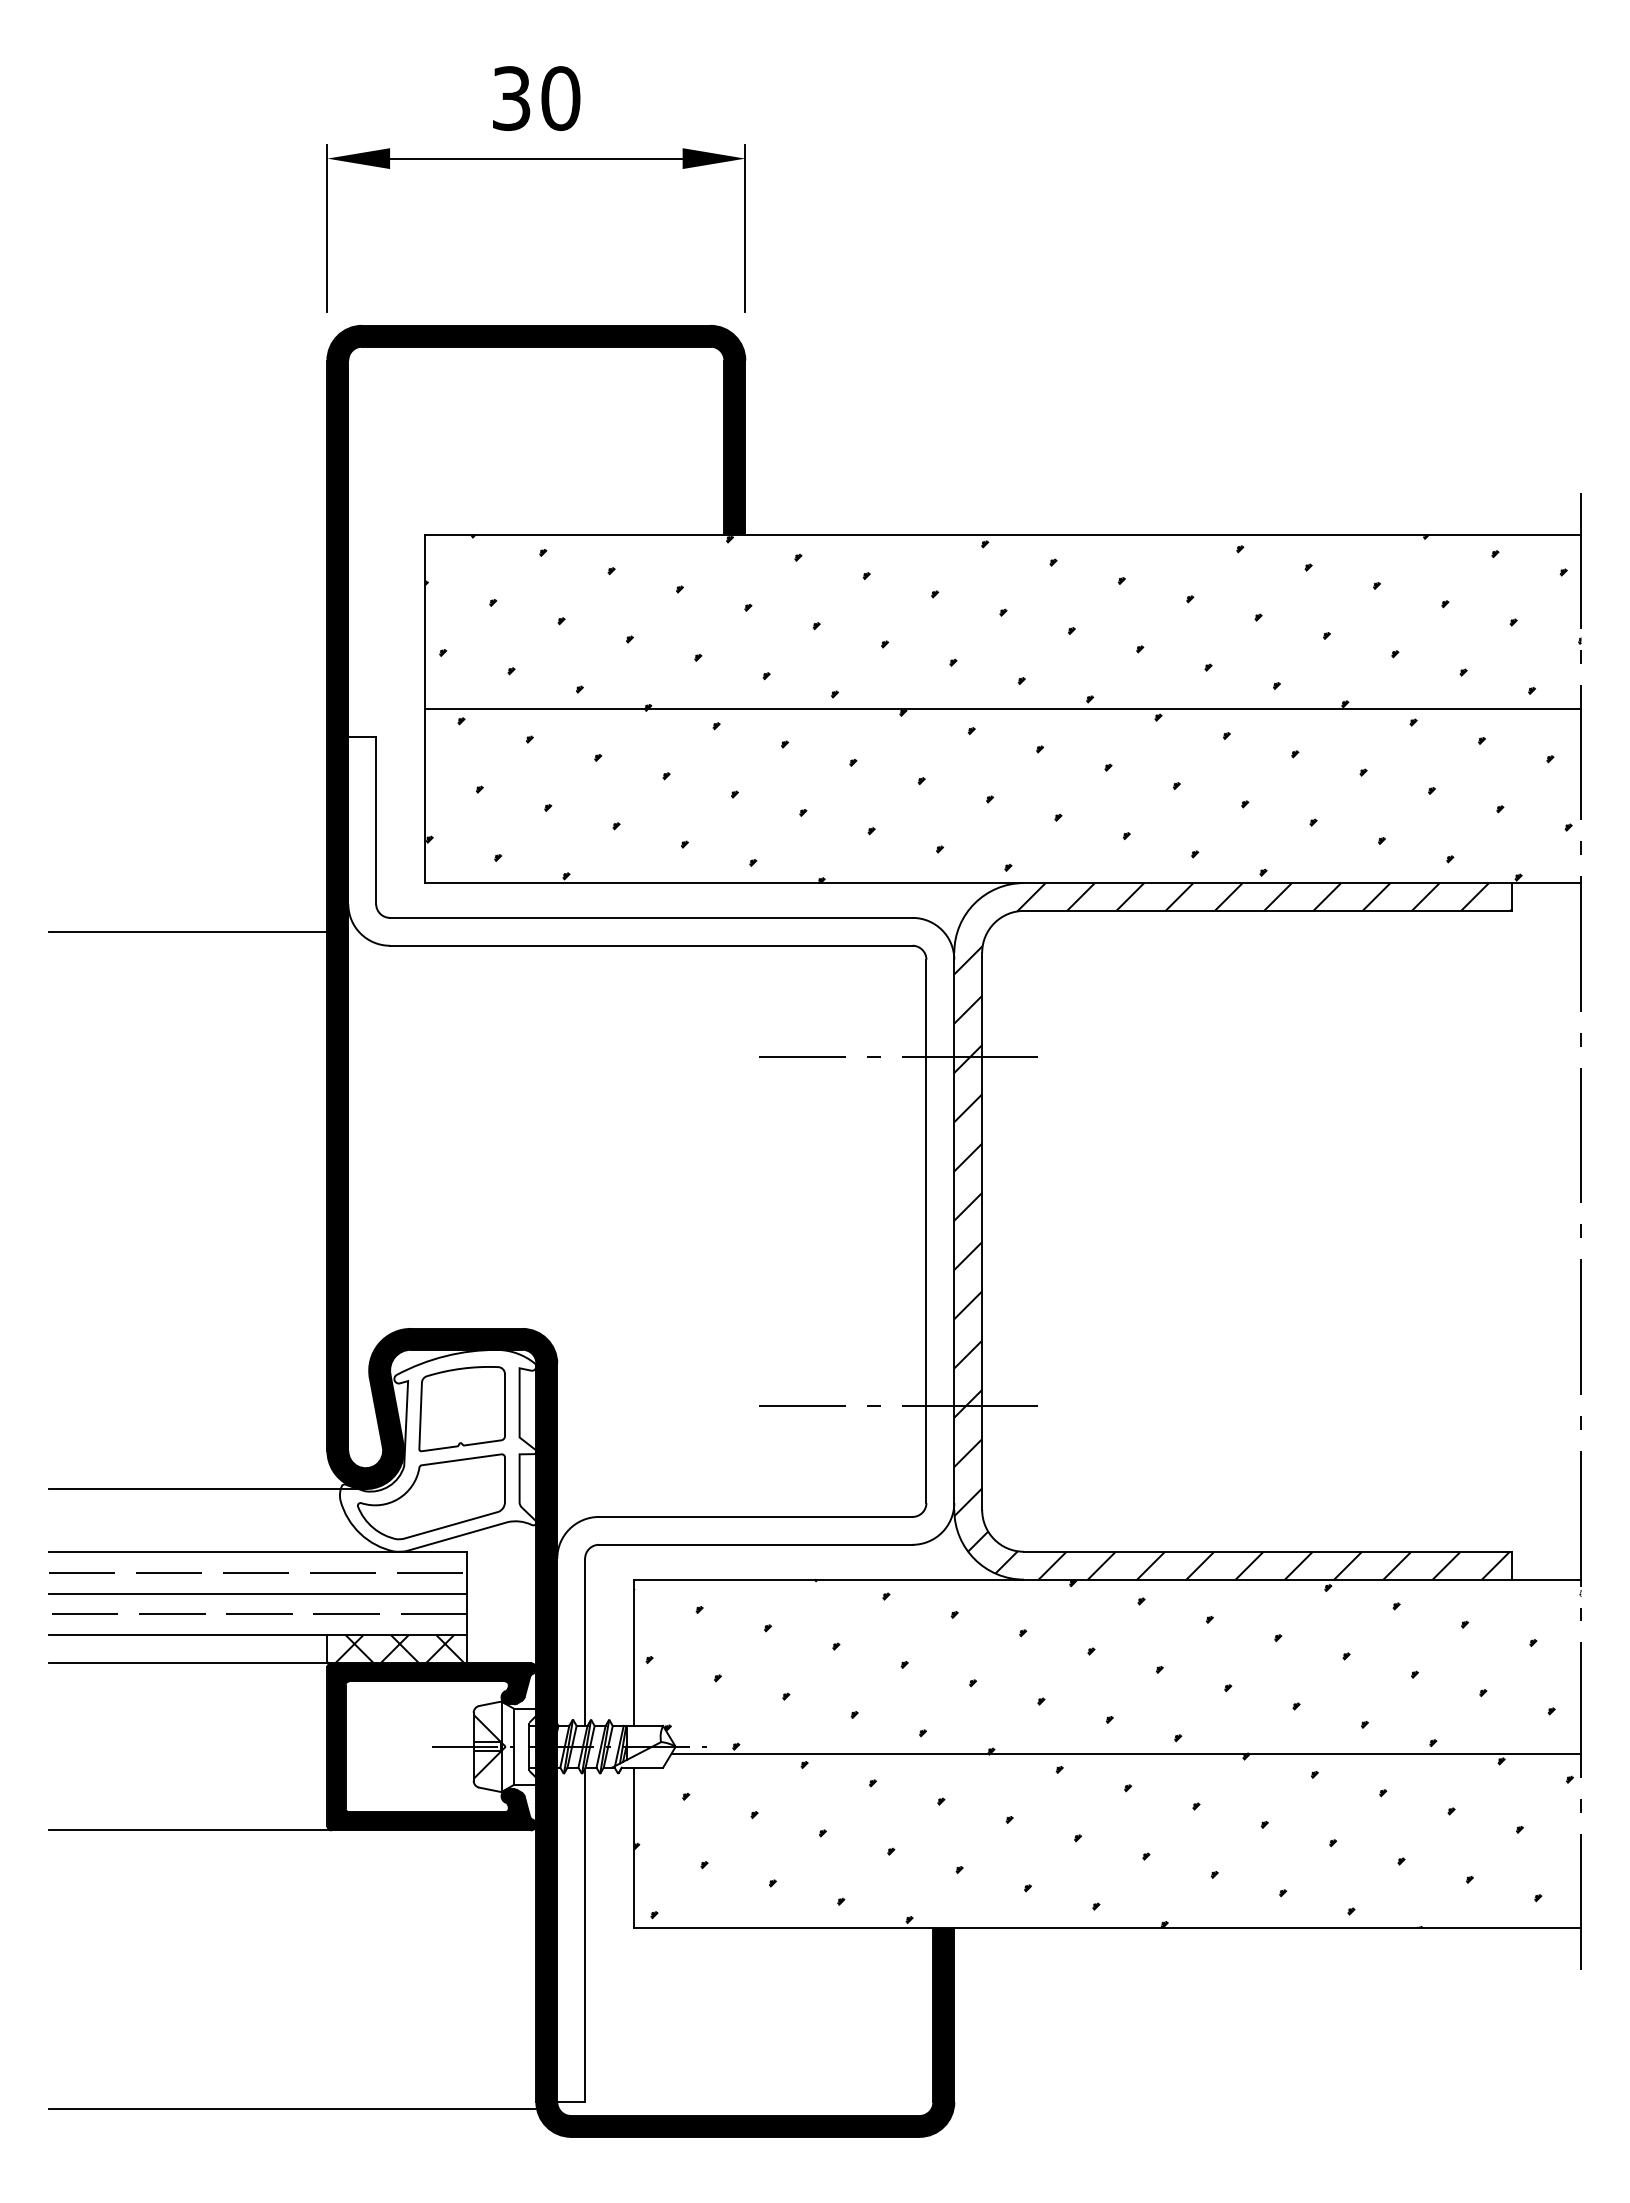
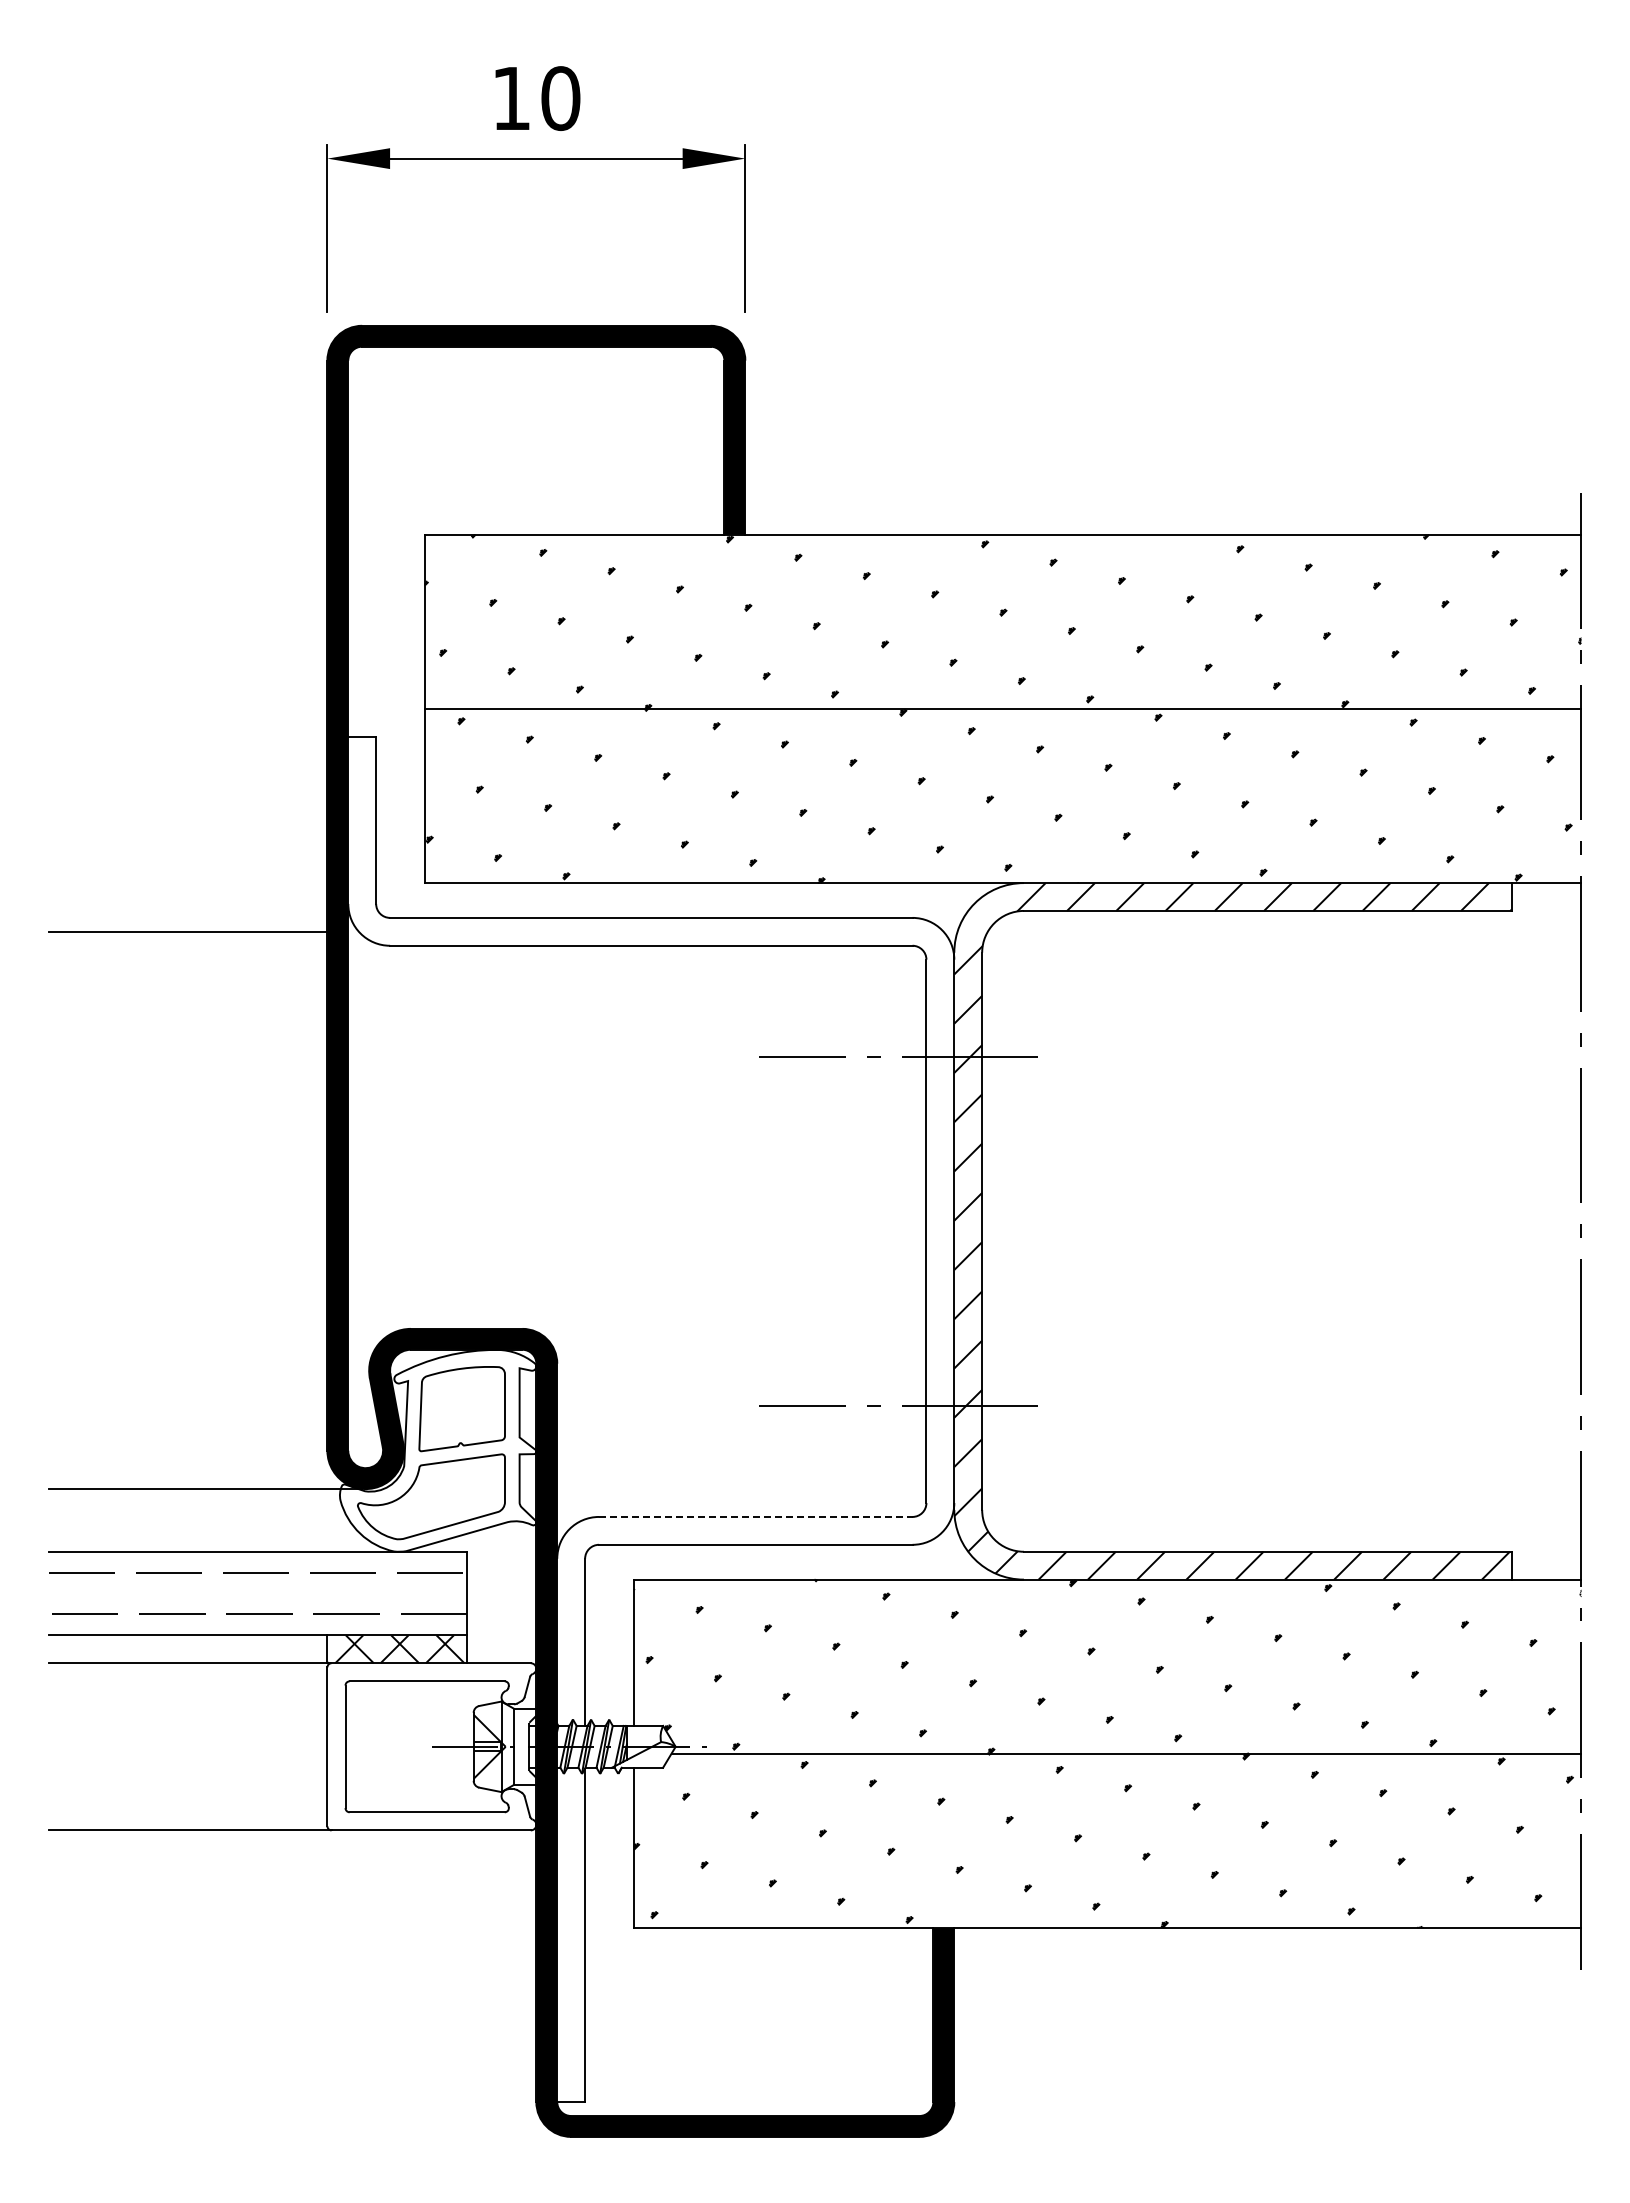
text at (511, 98): 30 -> 10
line at (755, 1516): solid -> dashed
line at (257, 1593): present -> none
fill at (431, 1746): present -> none
line at (292, 2109): present -> none
